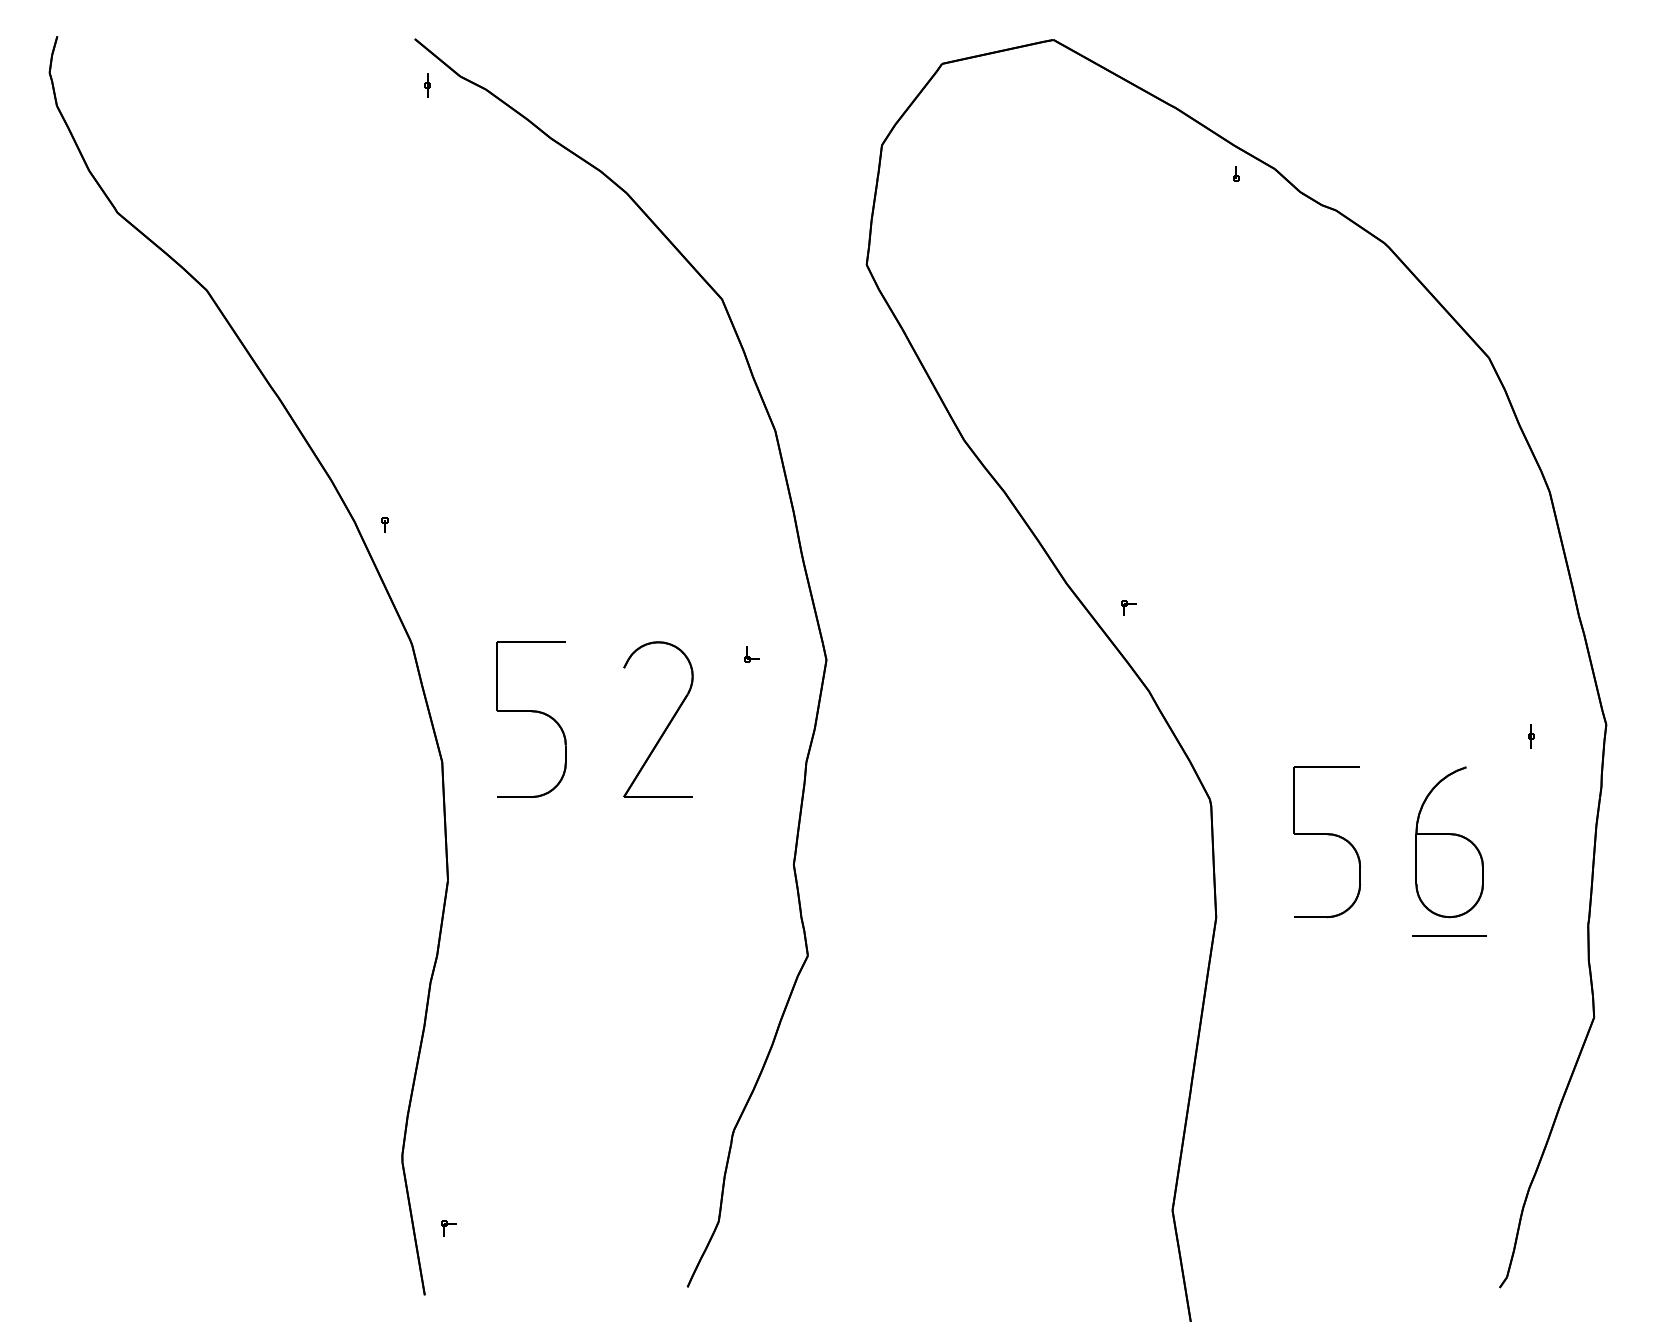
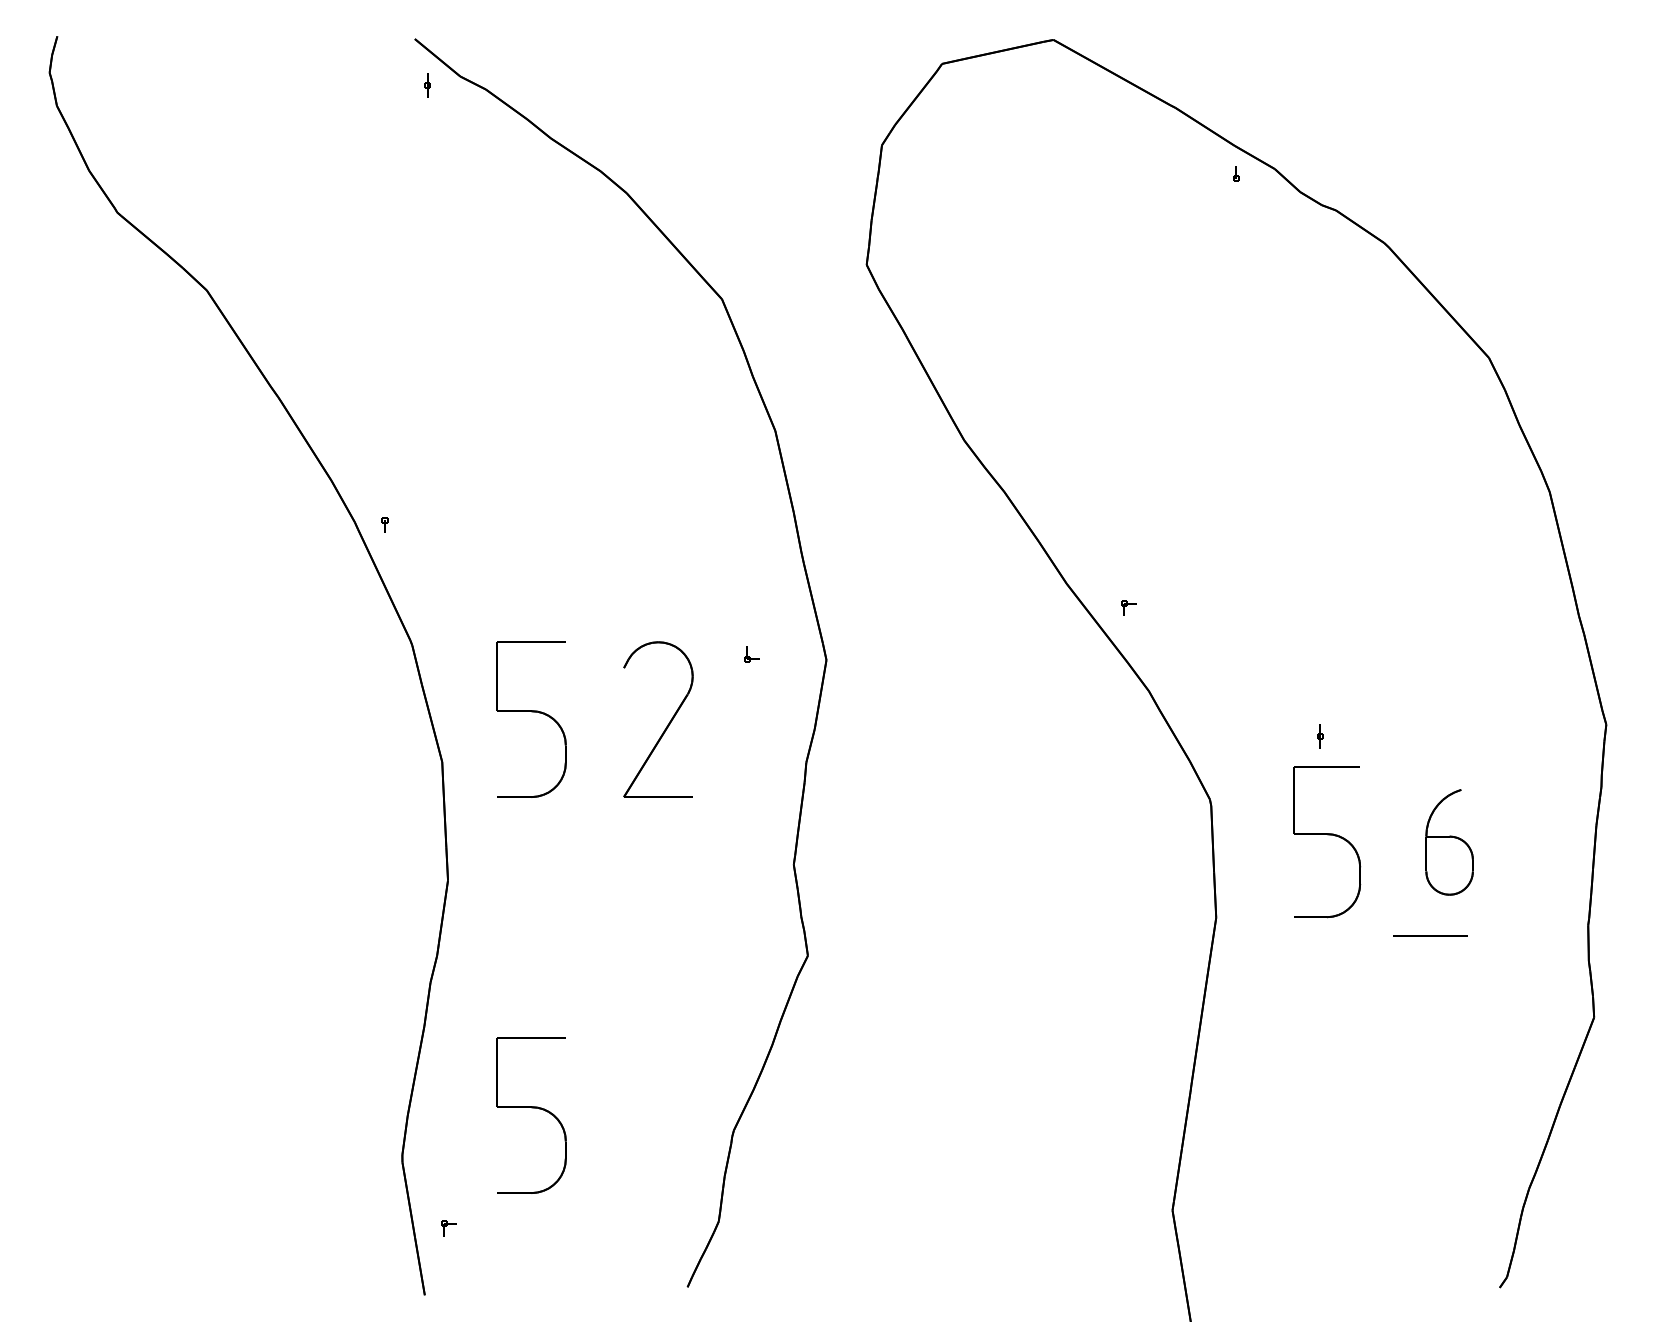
part at (1531, 736) position: (1531, 736) -> (1320, 736)
part at (1449, 842) size: 69x153 px -> 49x107 px
line at (1449, 935) position: (1449, 935) -> (1430, 935)
part at (531, 1108): none -> present
